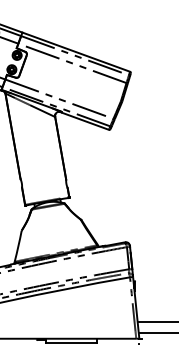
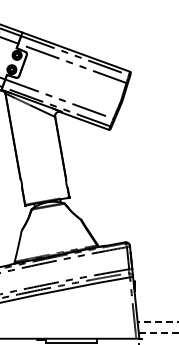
line at (157, 321): solid -> dashed
line at (158, 332): solid -> dashed
